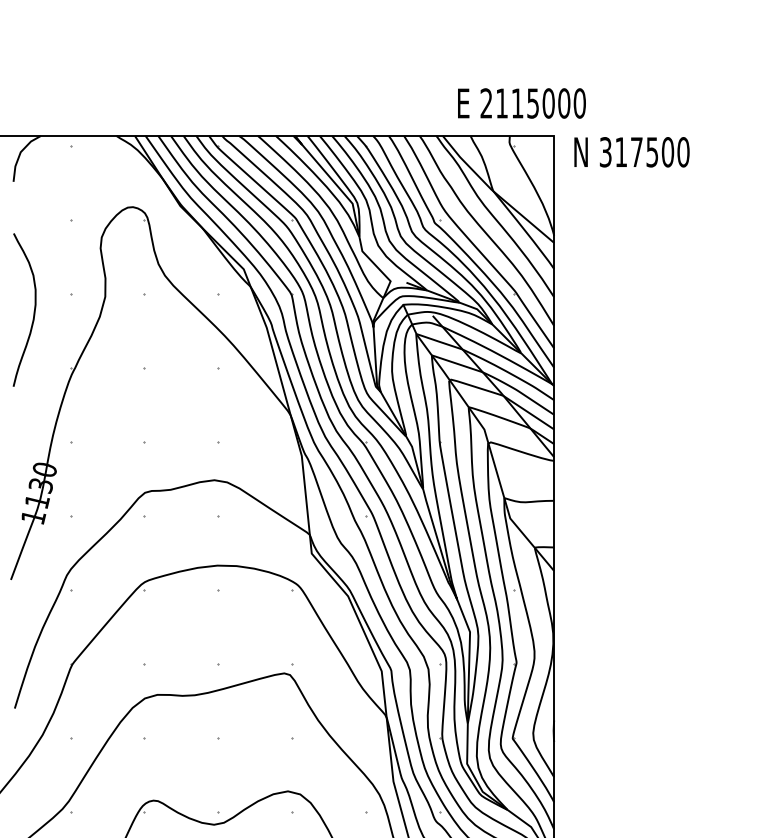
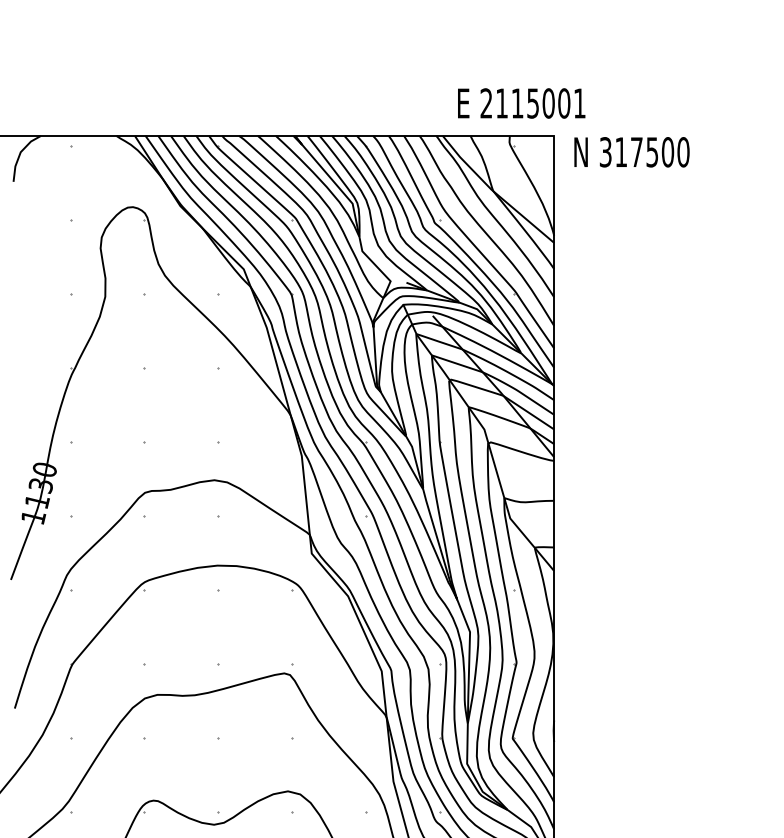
text at (579, 103): 2115000 -> 2115001
curve at (33, 311): present -> none
